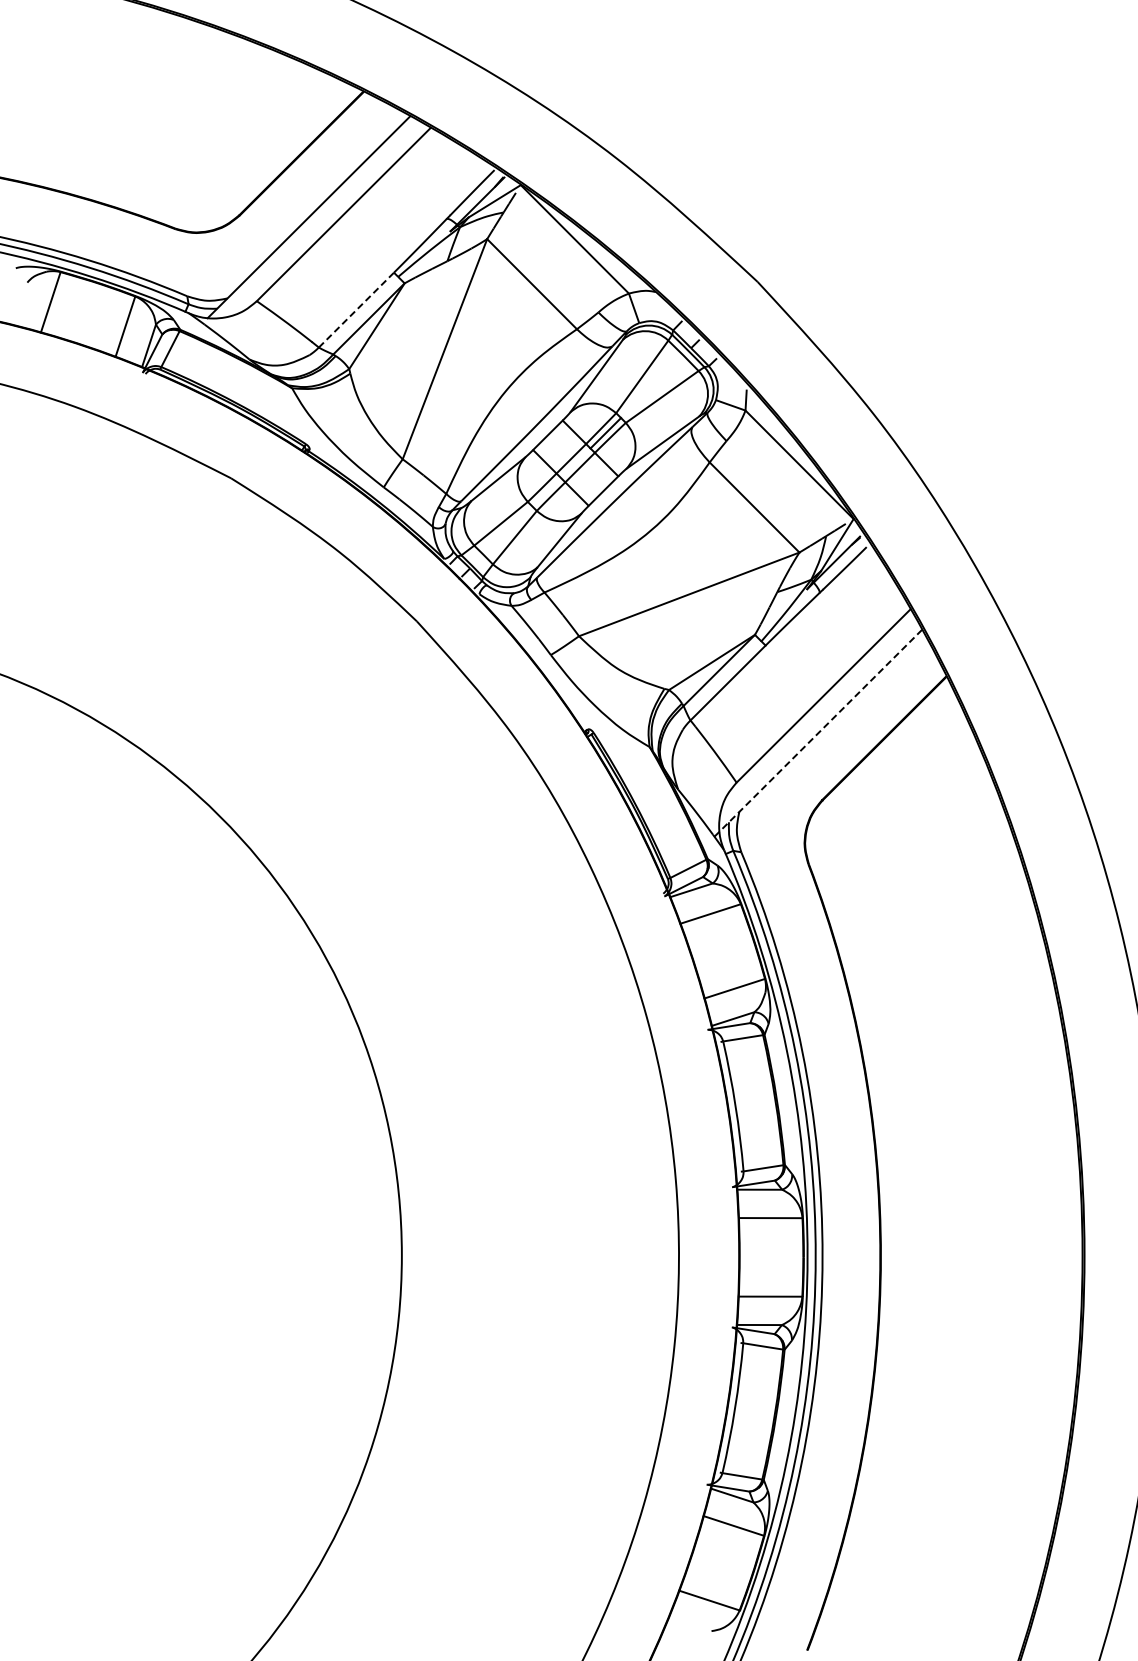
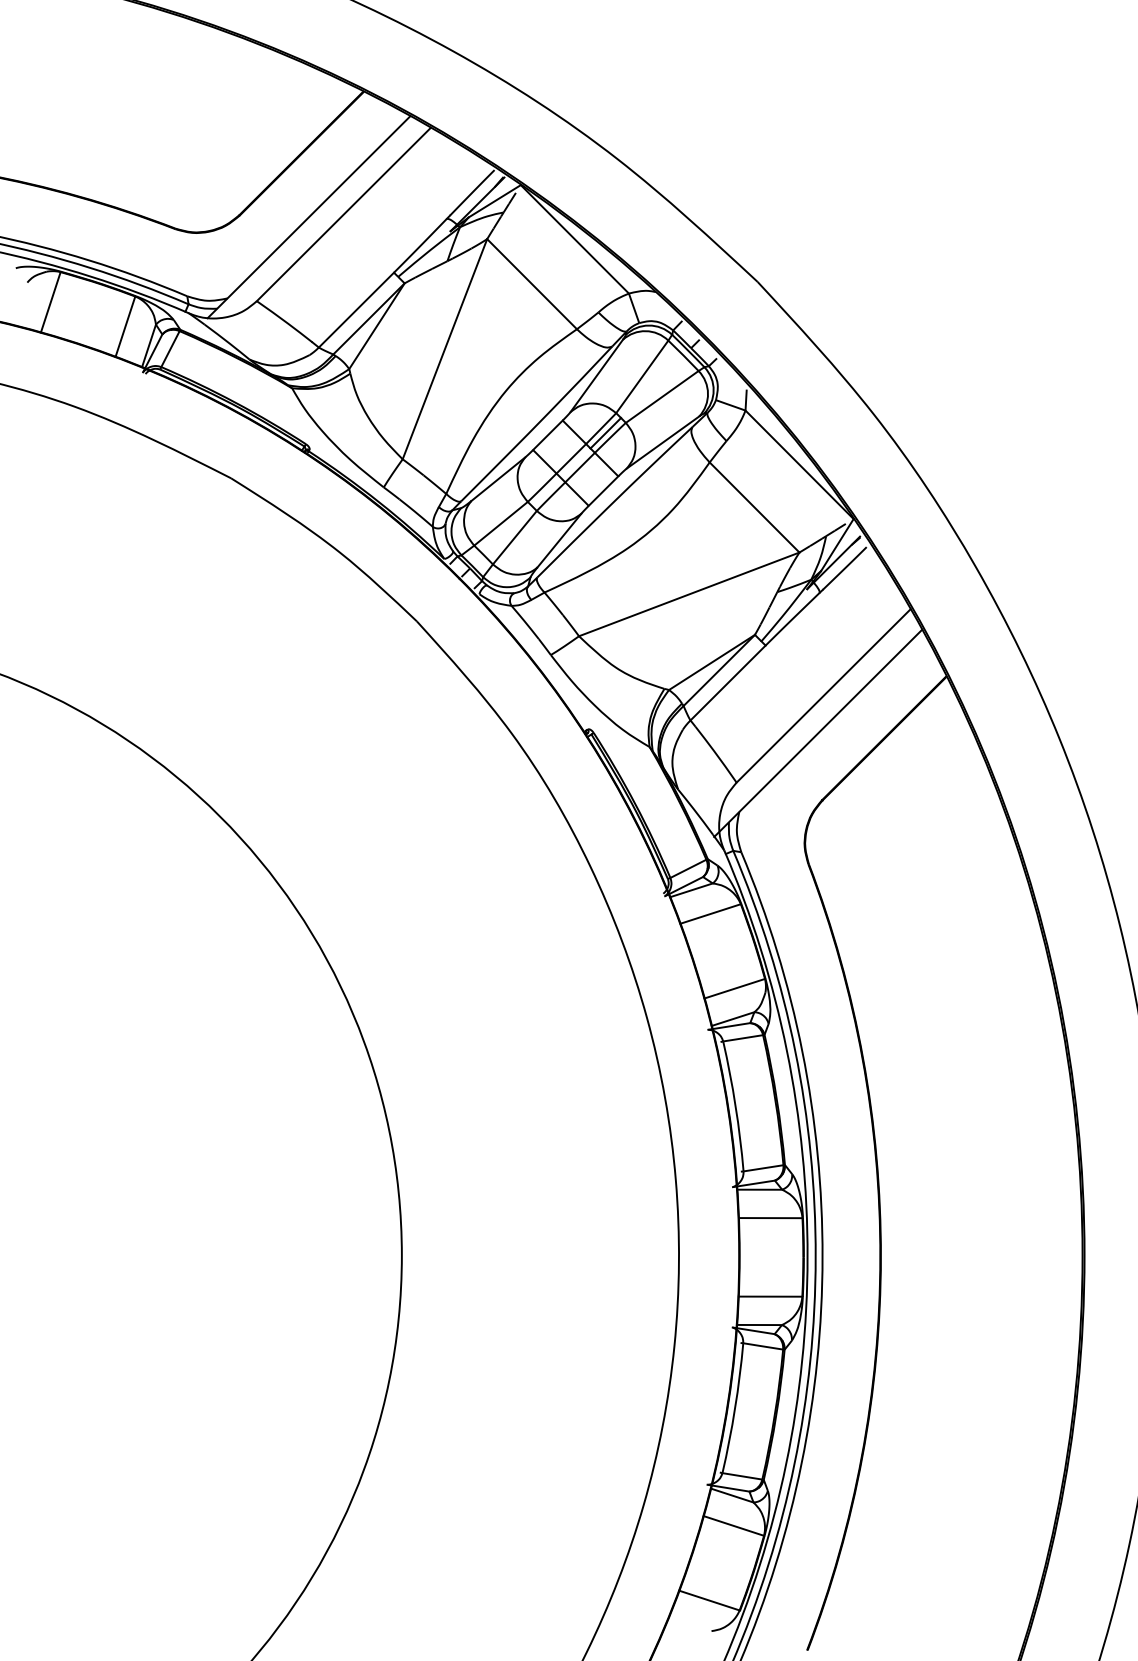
line at (356, 309): dashed -> solid
line at (818, 733): dashed -> solid
